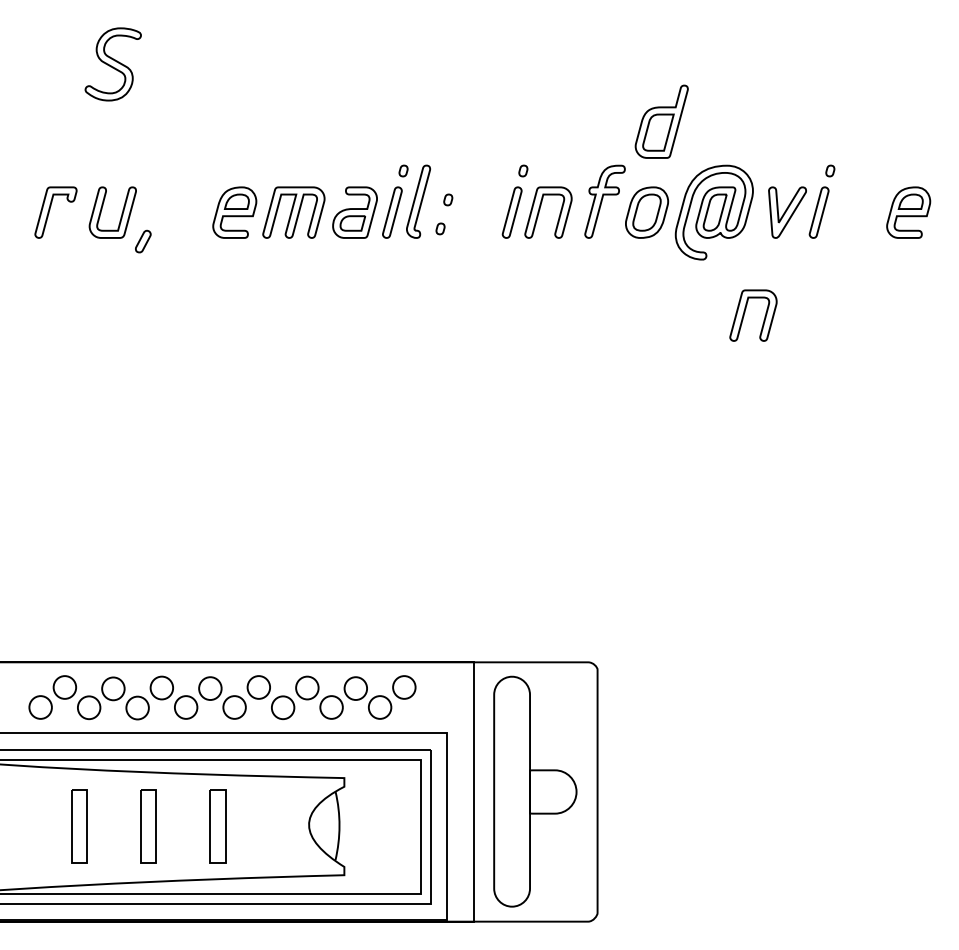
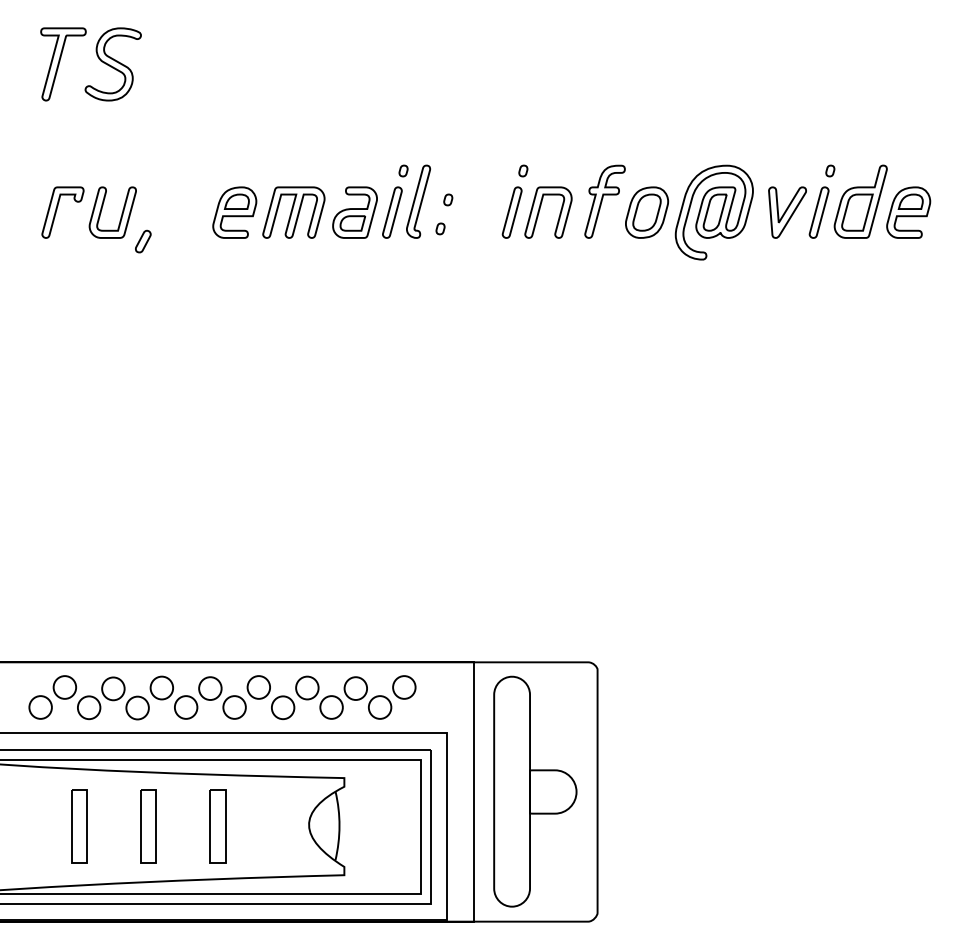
part at (63, 64): none -> present
part at (661, 121) position: (661, 121) -> (860, 201)
part at (55, 212) position: (55, 212) -> (62, 212)
part at (745, 312): present -> none
